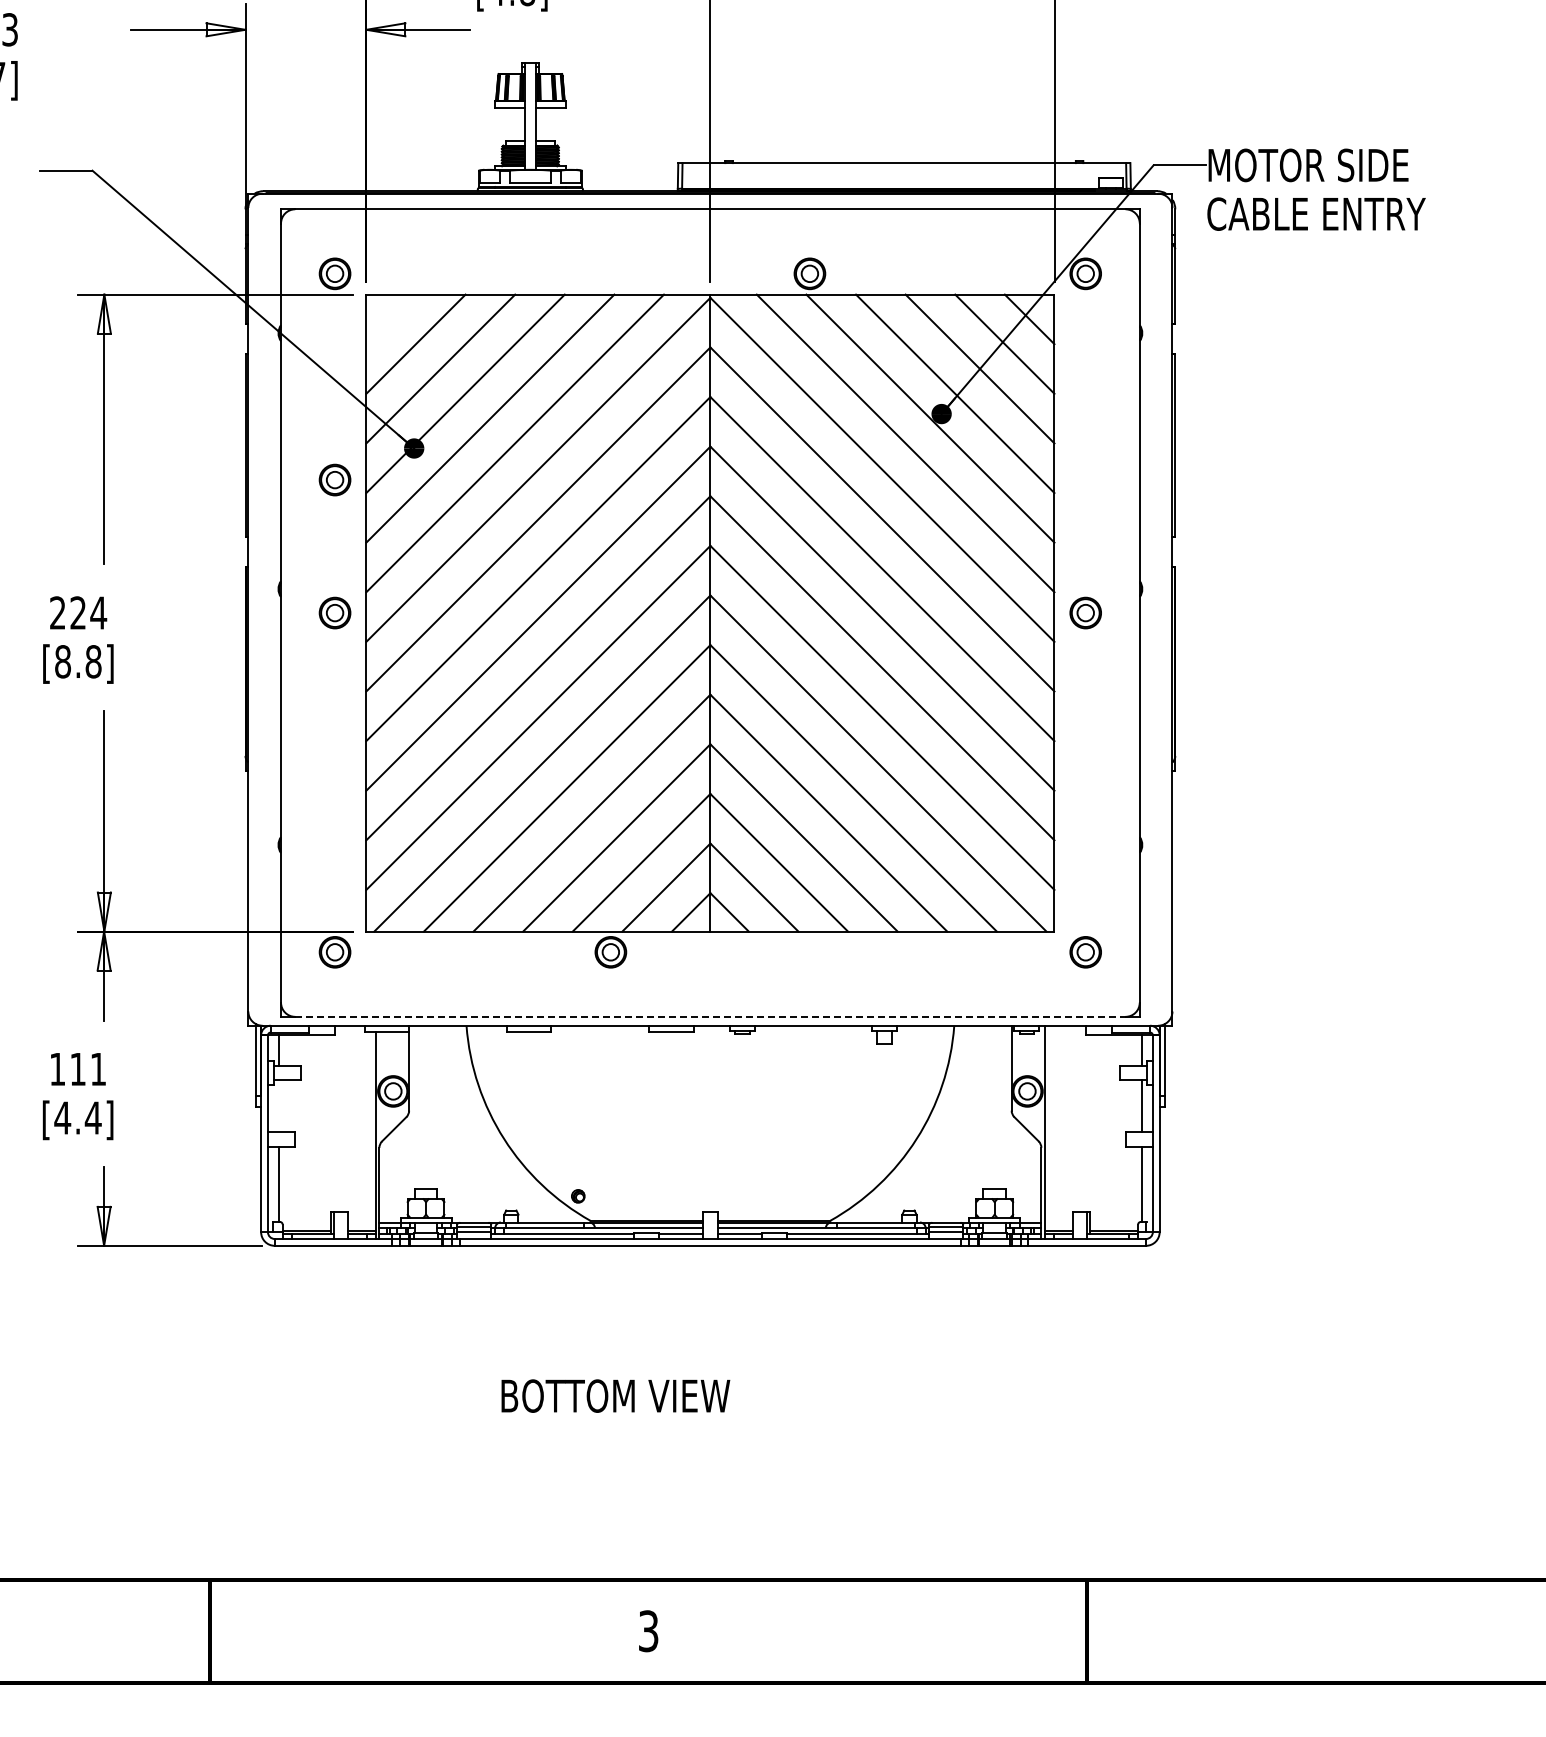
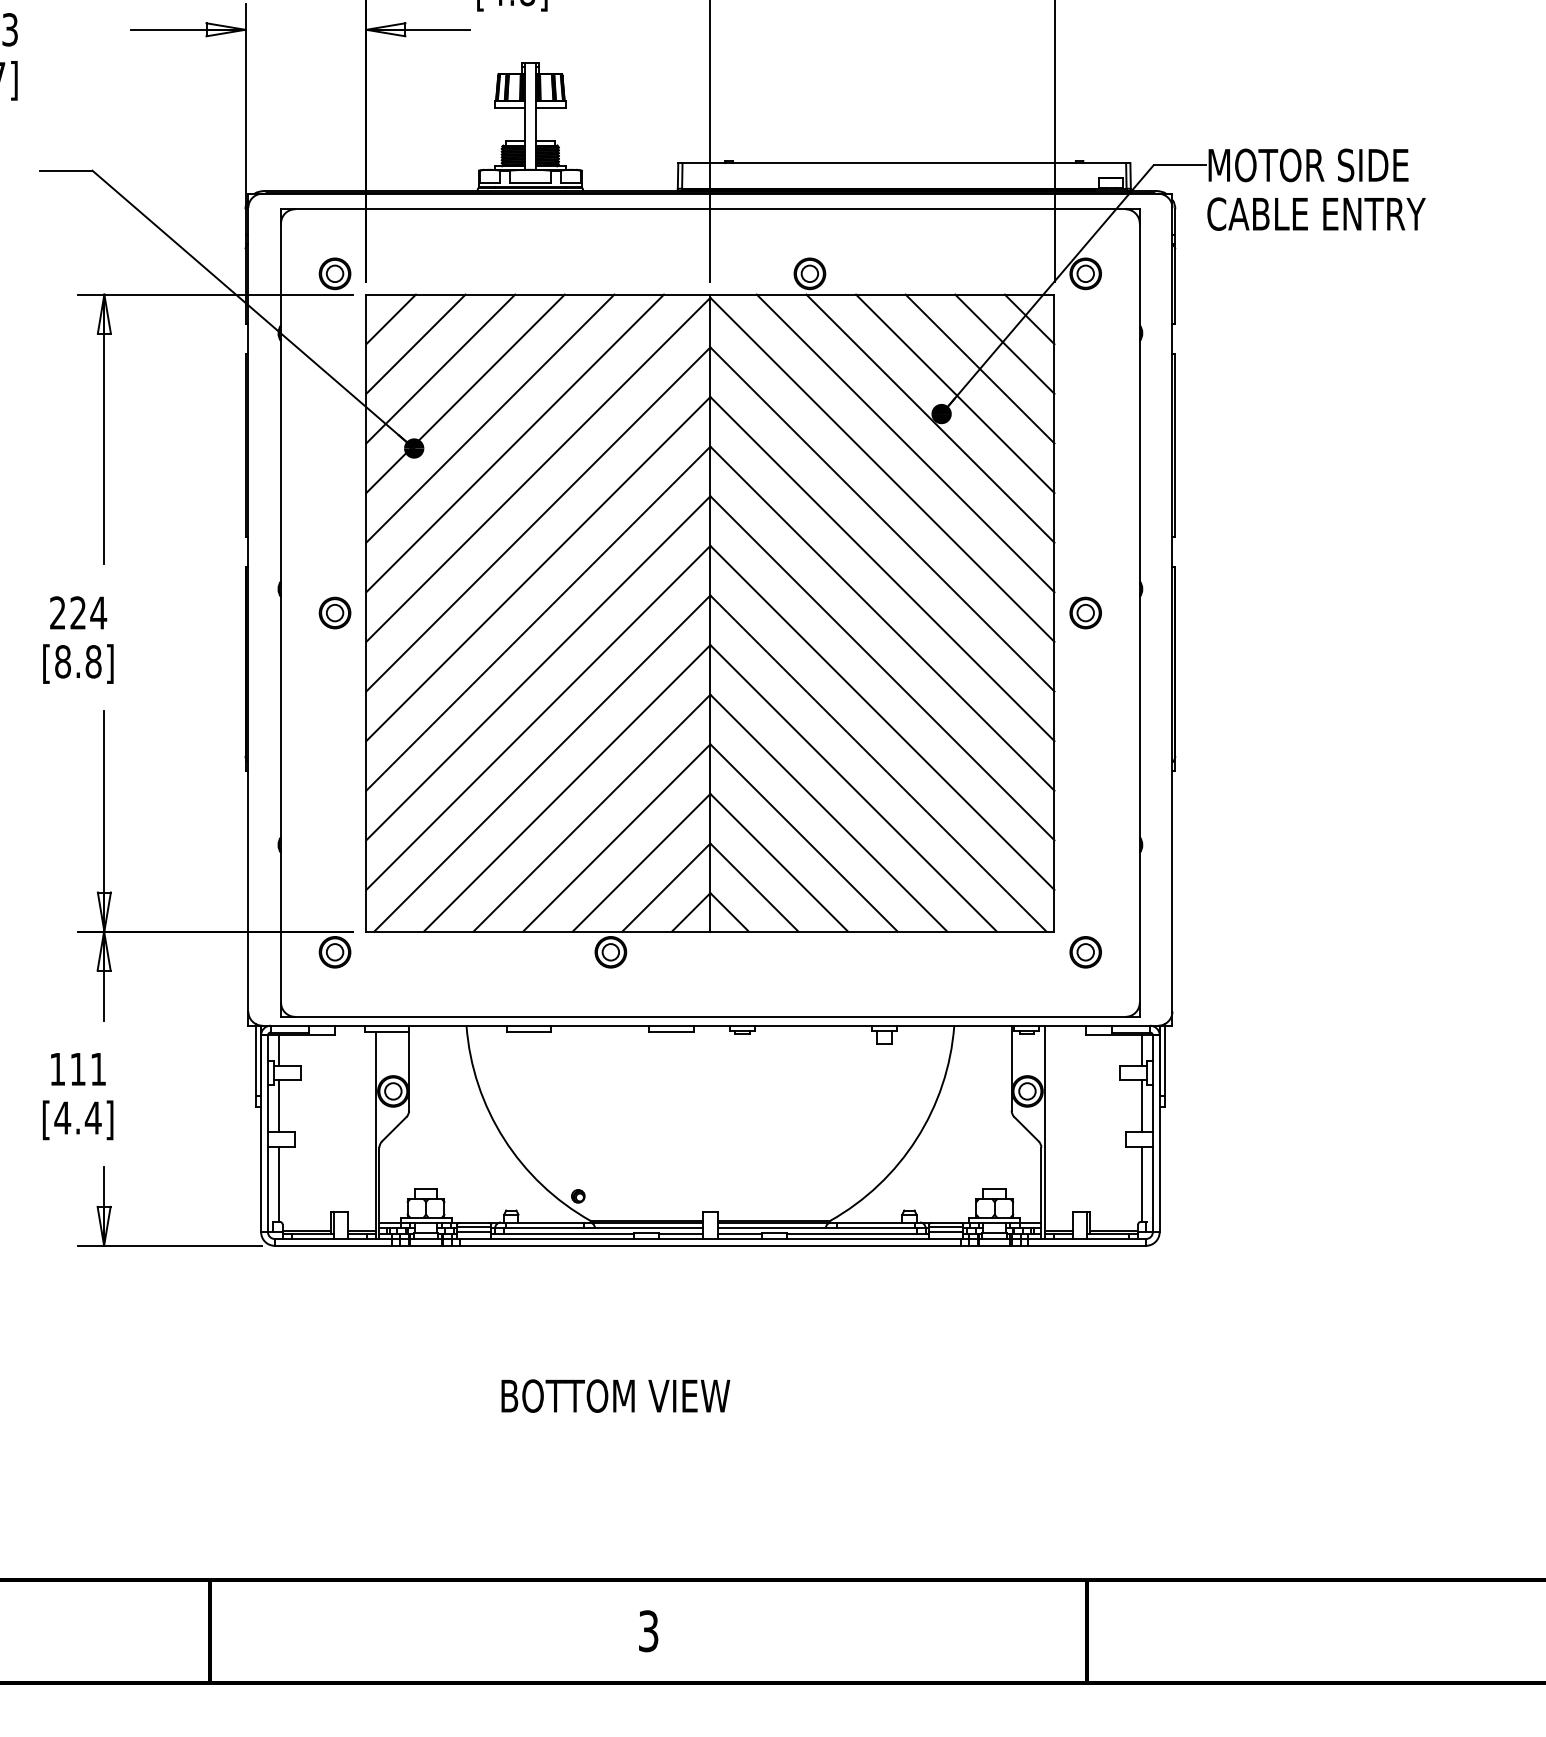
line at (390, 319): none -> present
part at (334, 479): present -> none
line at (710, 1016): dashed -> solid
line at (278, 1106): none -> present
